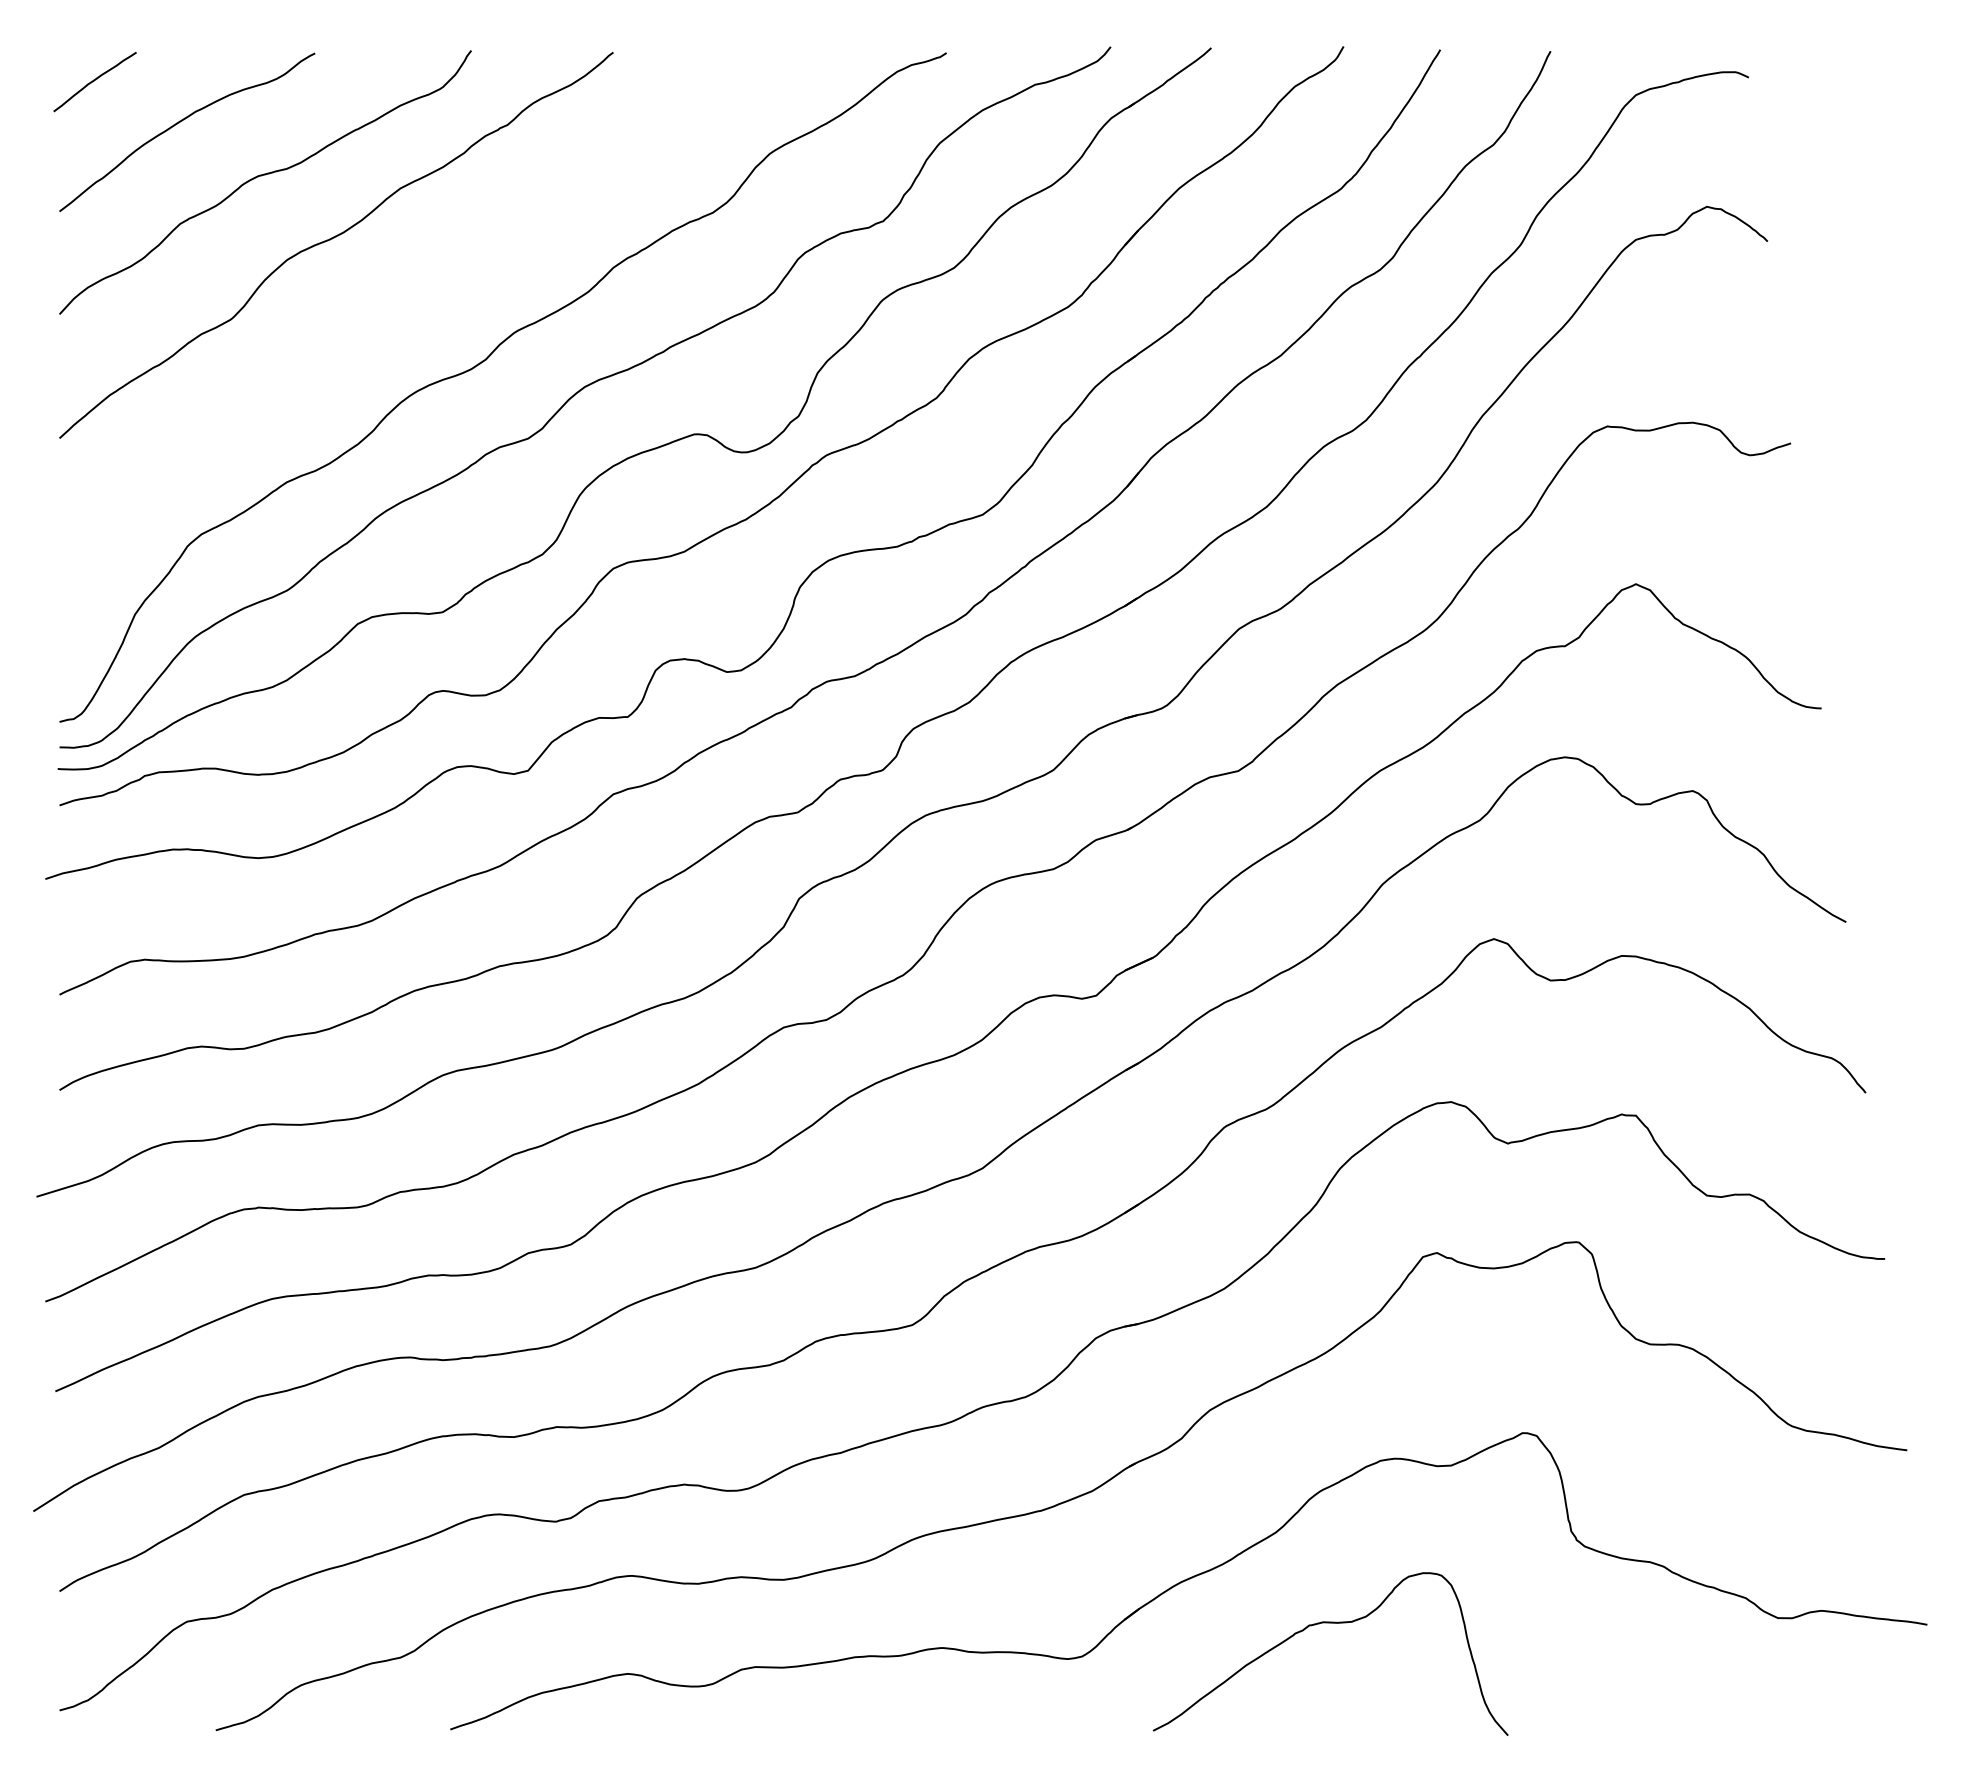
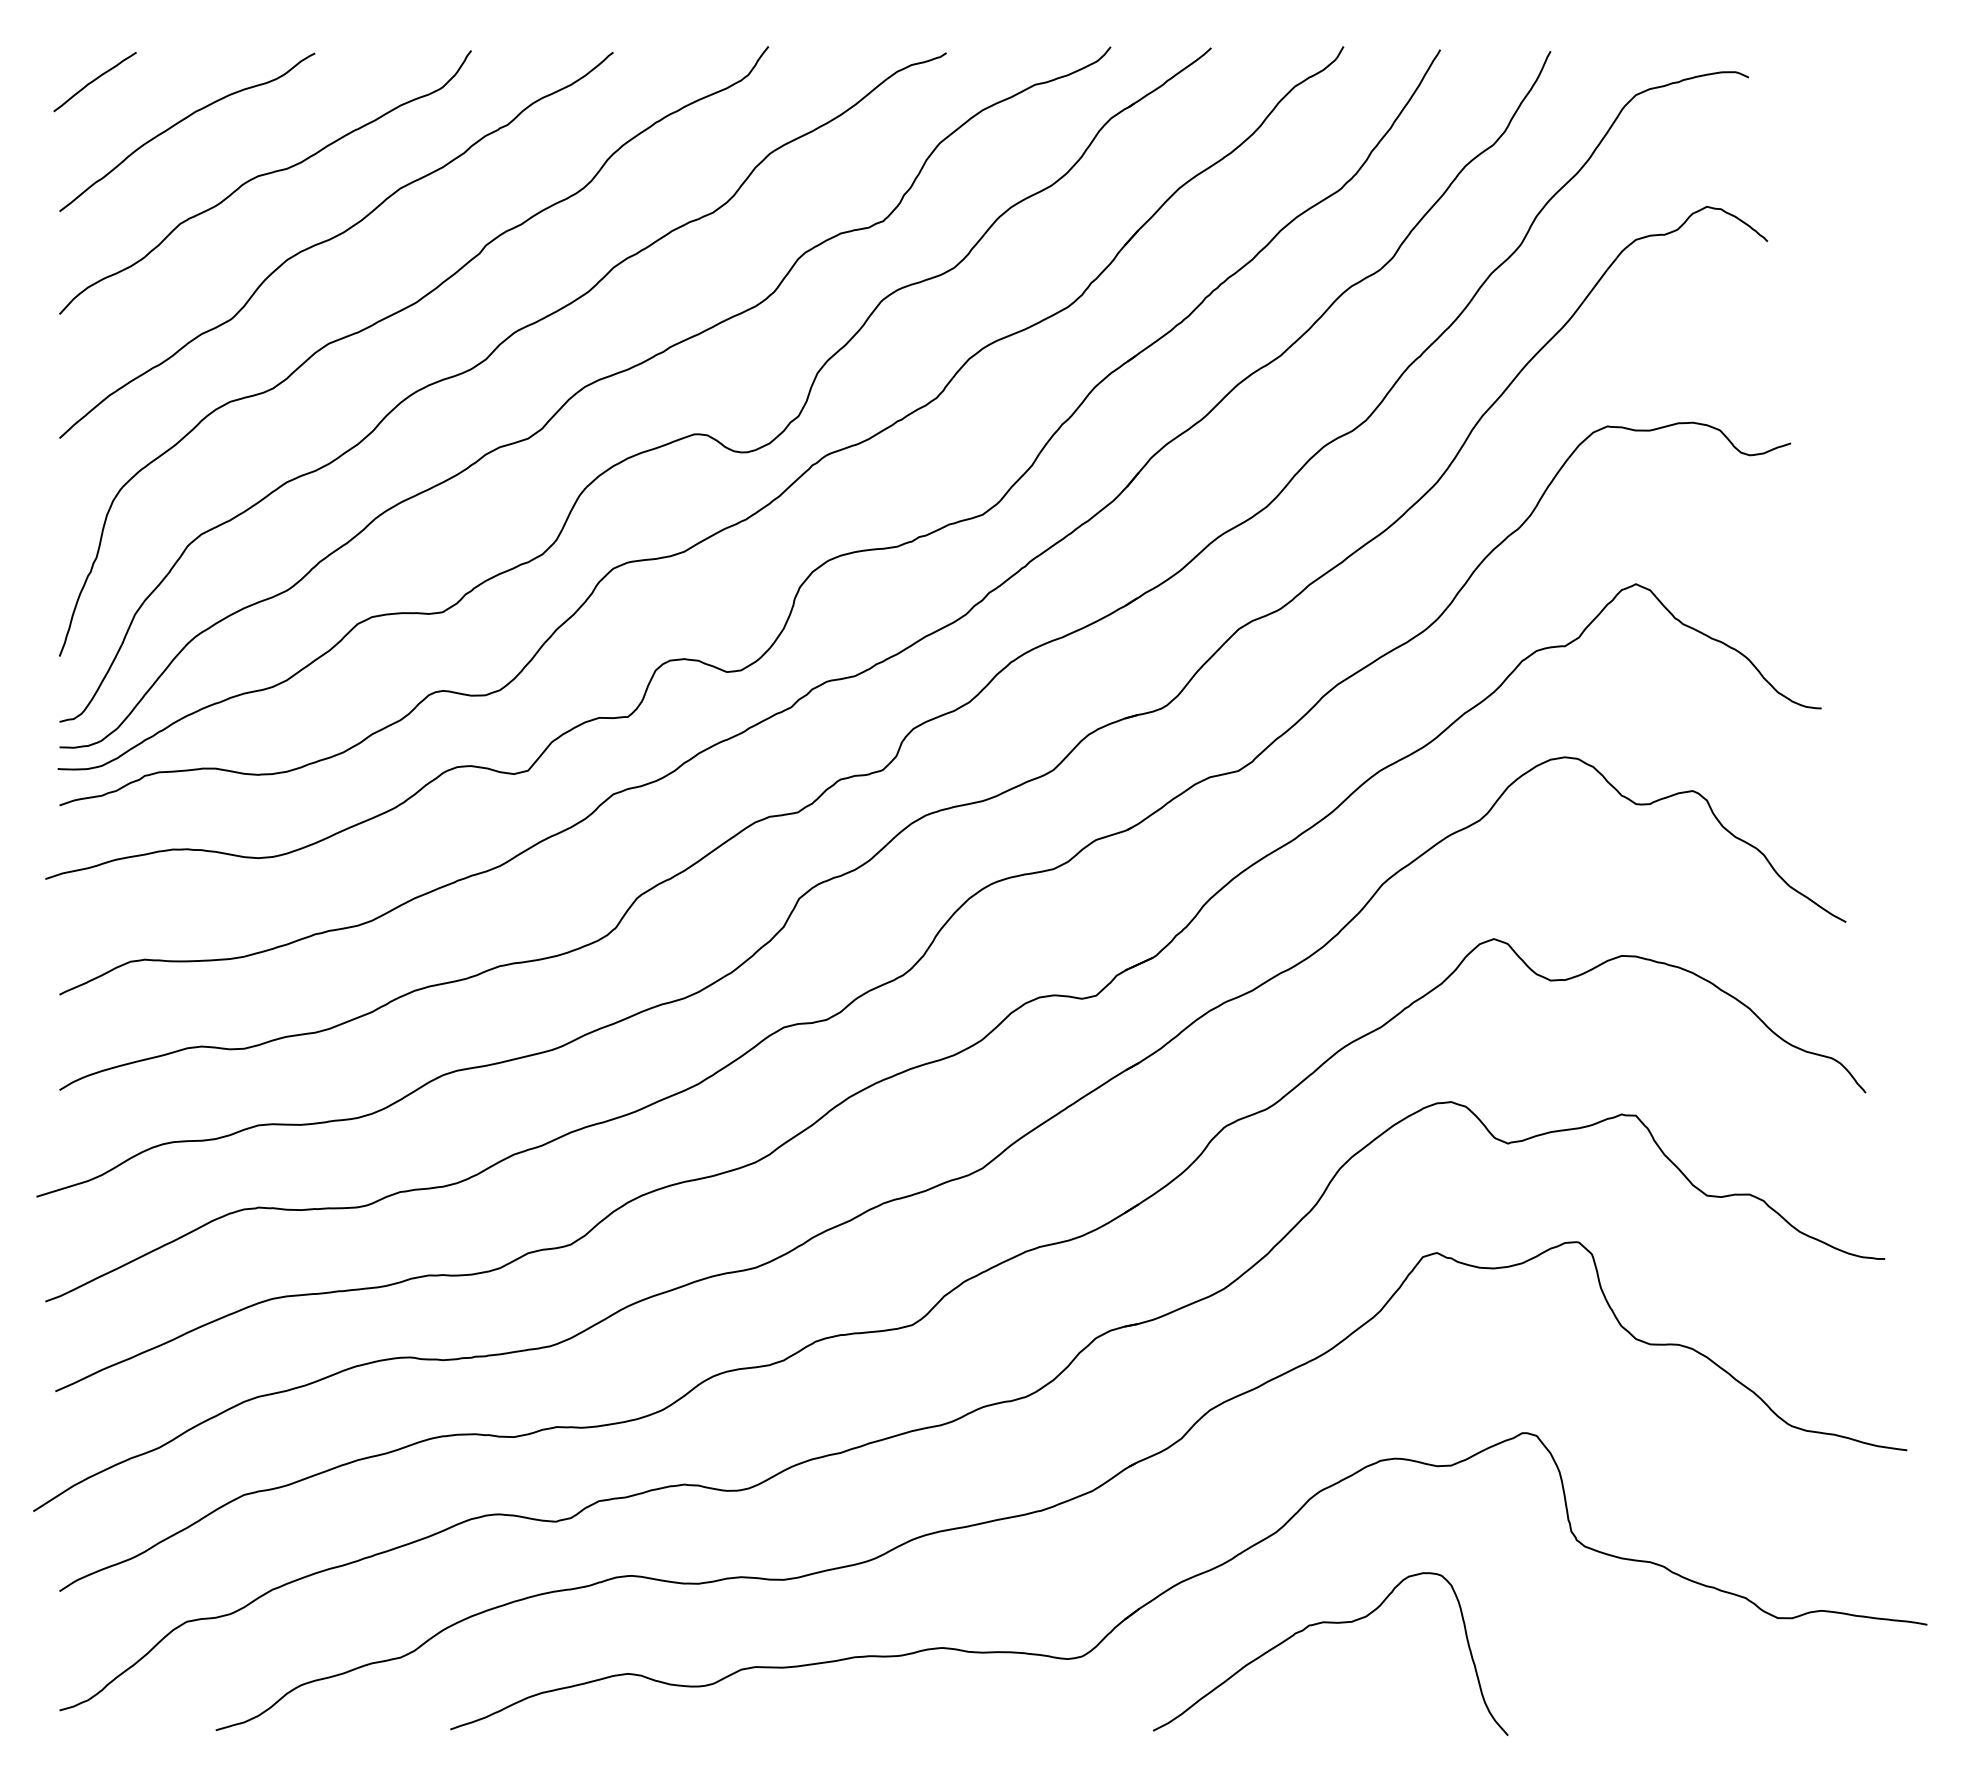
curve at (395, 314): none -> present
